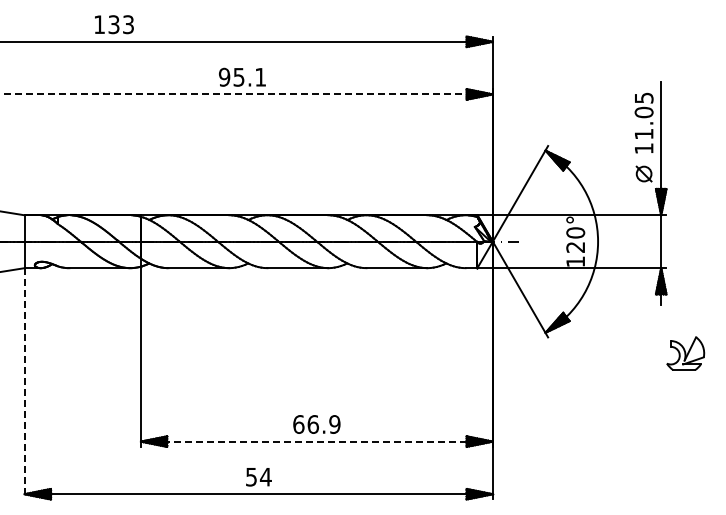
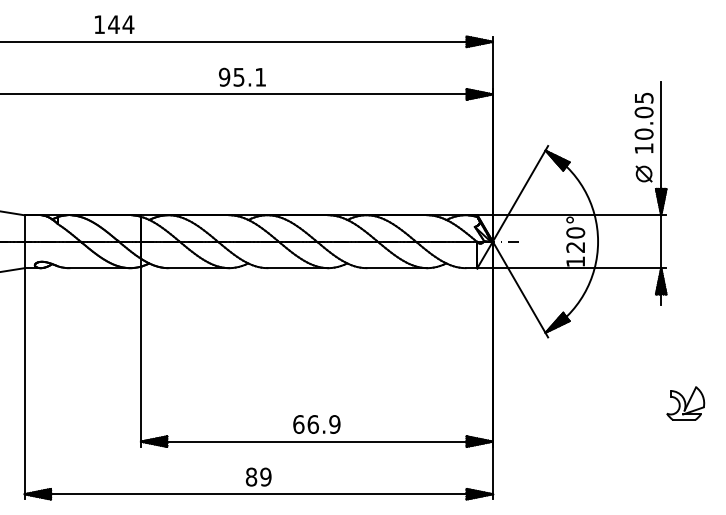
text at (121, 24): 133 -> 144
line at (247, 94): dashed -> solid
text at (643, 133): 11.05 -> 10.05
part at (685, 353) position: (685, 353) -> (685, 403)
line at (24, 383): dashed -> solid
line at (316, 441): dashed -> solid
text at (258, 476): 54 -> 89
